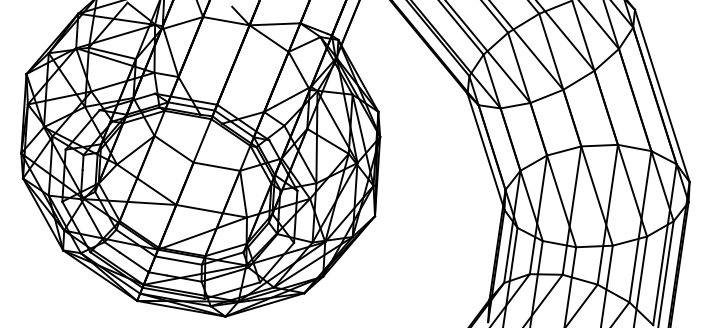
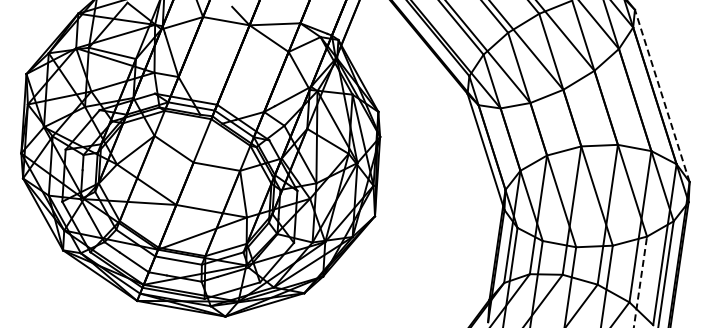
line at (662, 95): solid -> dashed
line at (640, 282): solid -> dashed
